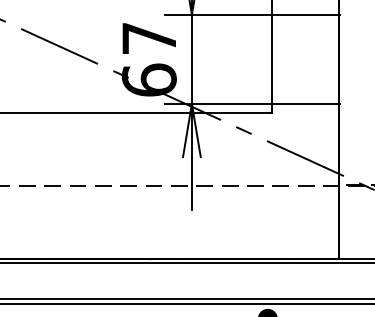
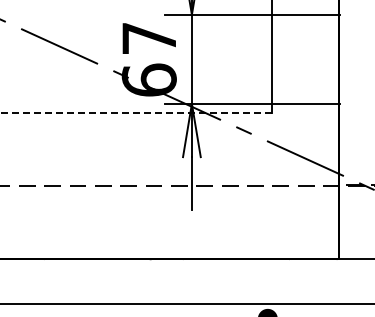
line at (136, 112): solid -> dashed
line at (186, 263): present -> none
line at (186, 298): present -> none
